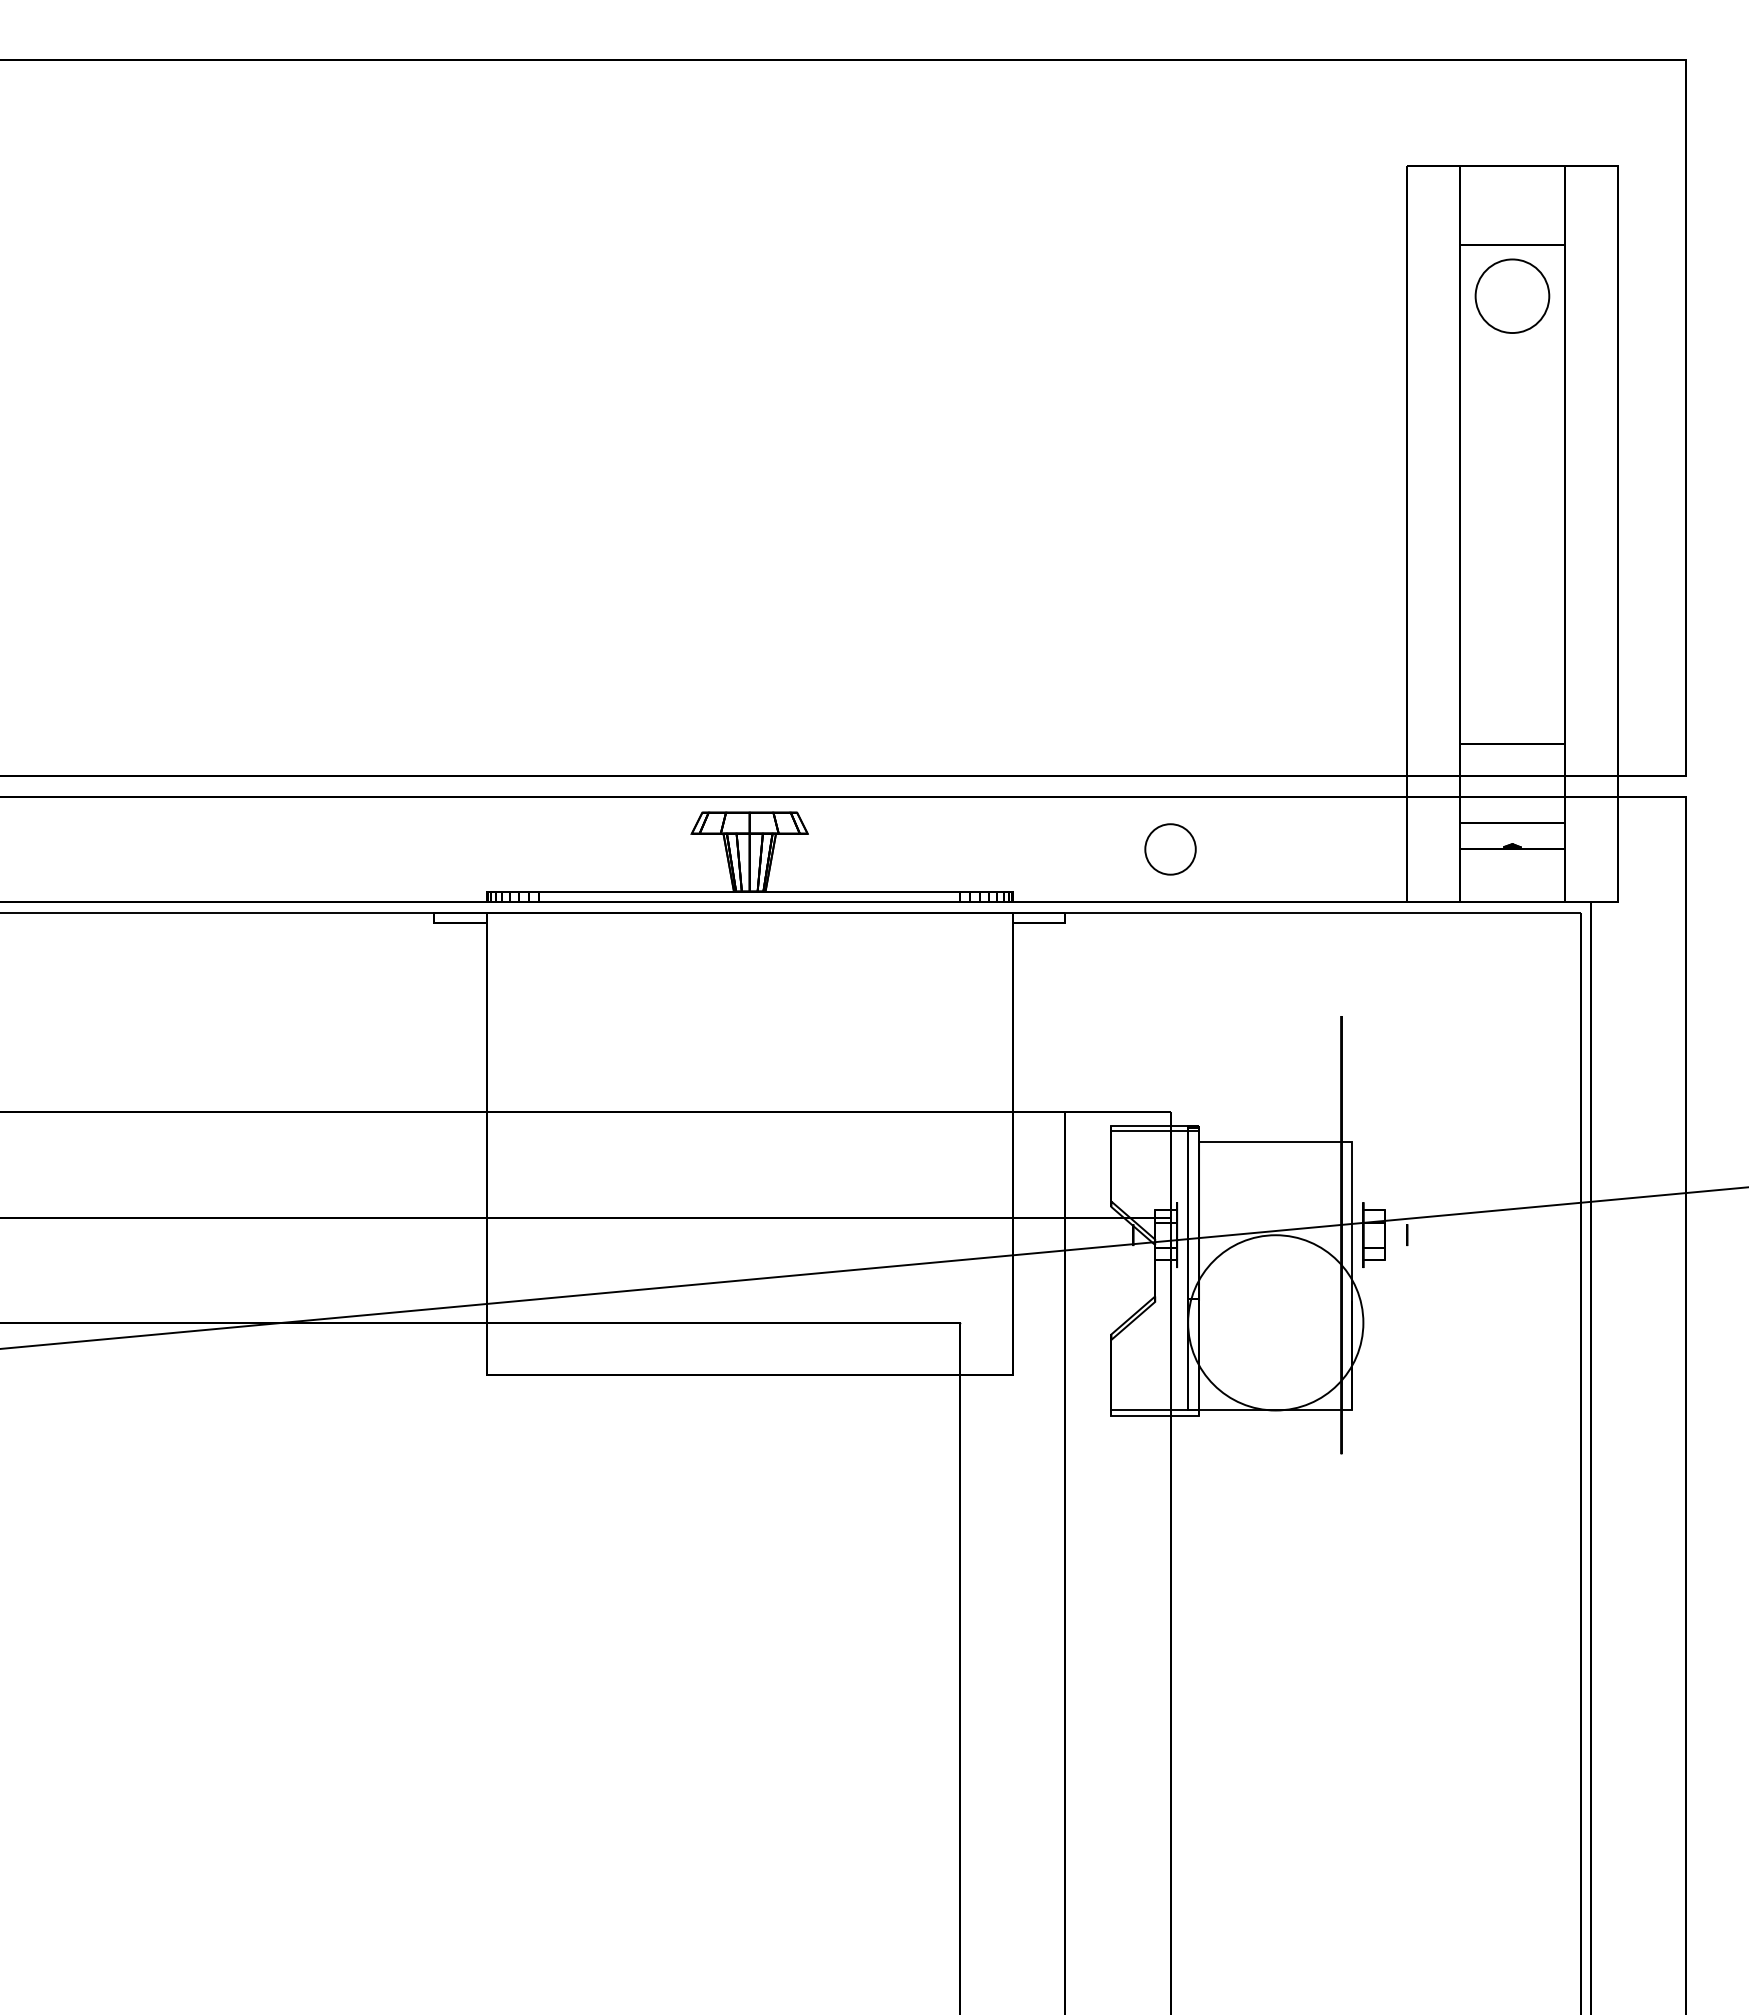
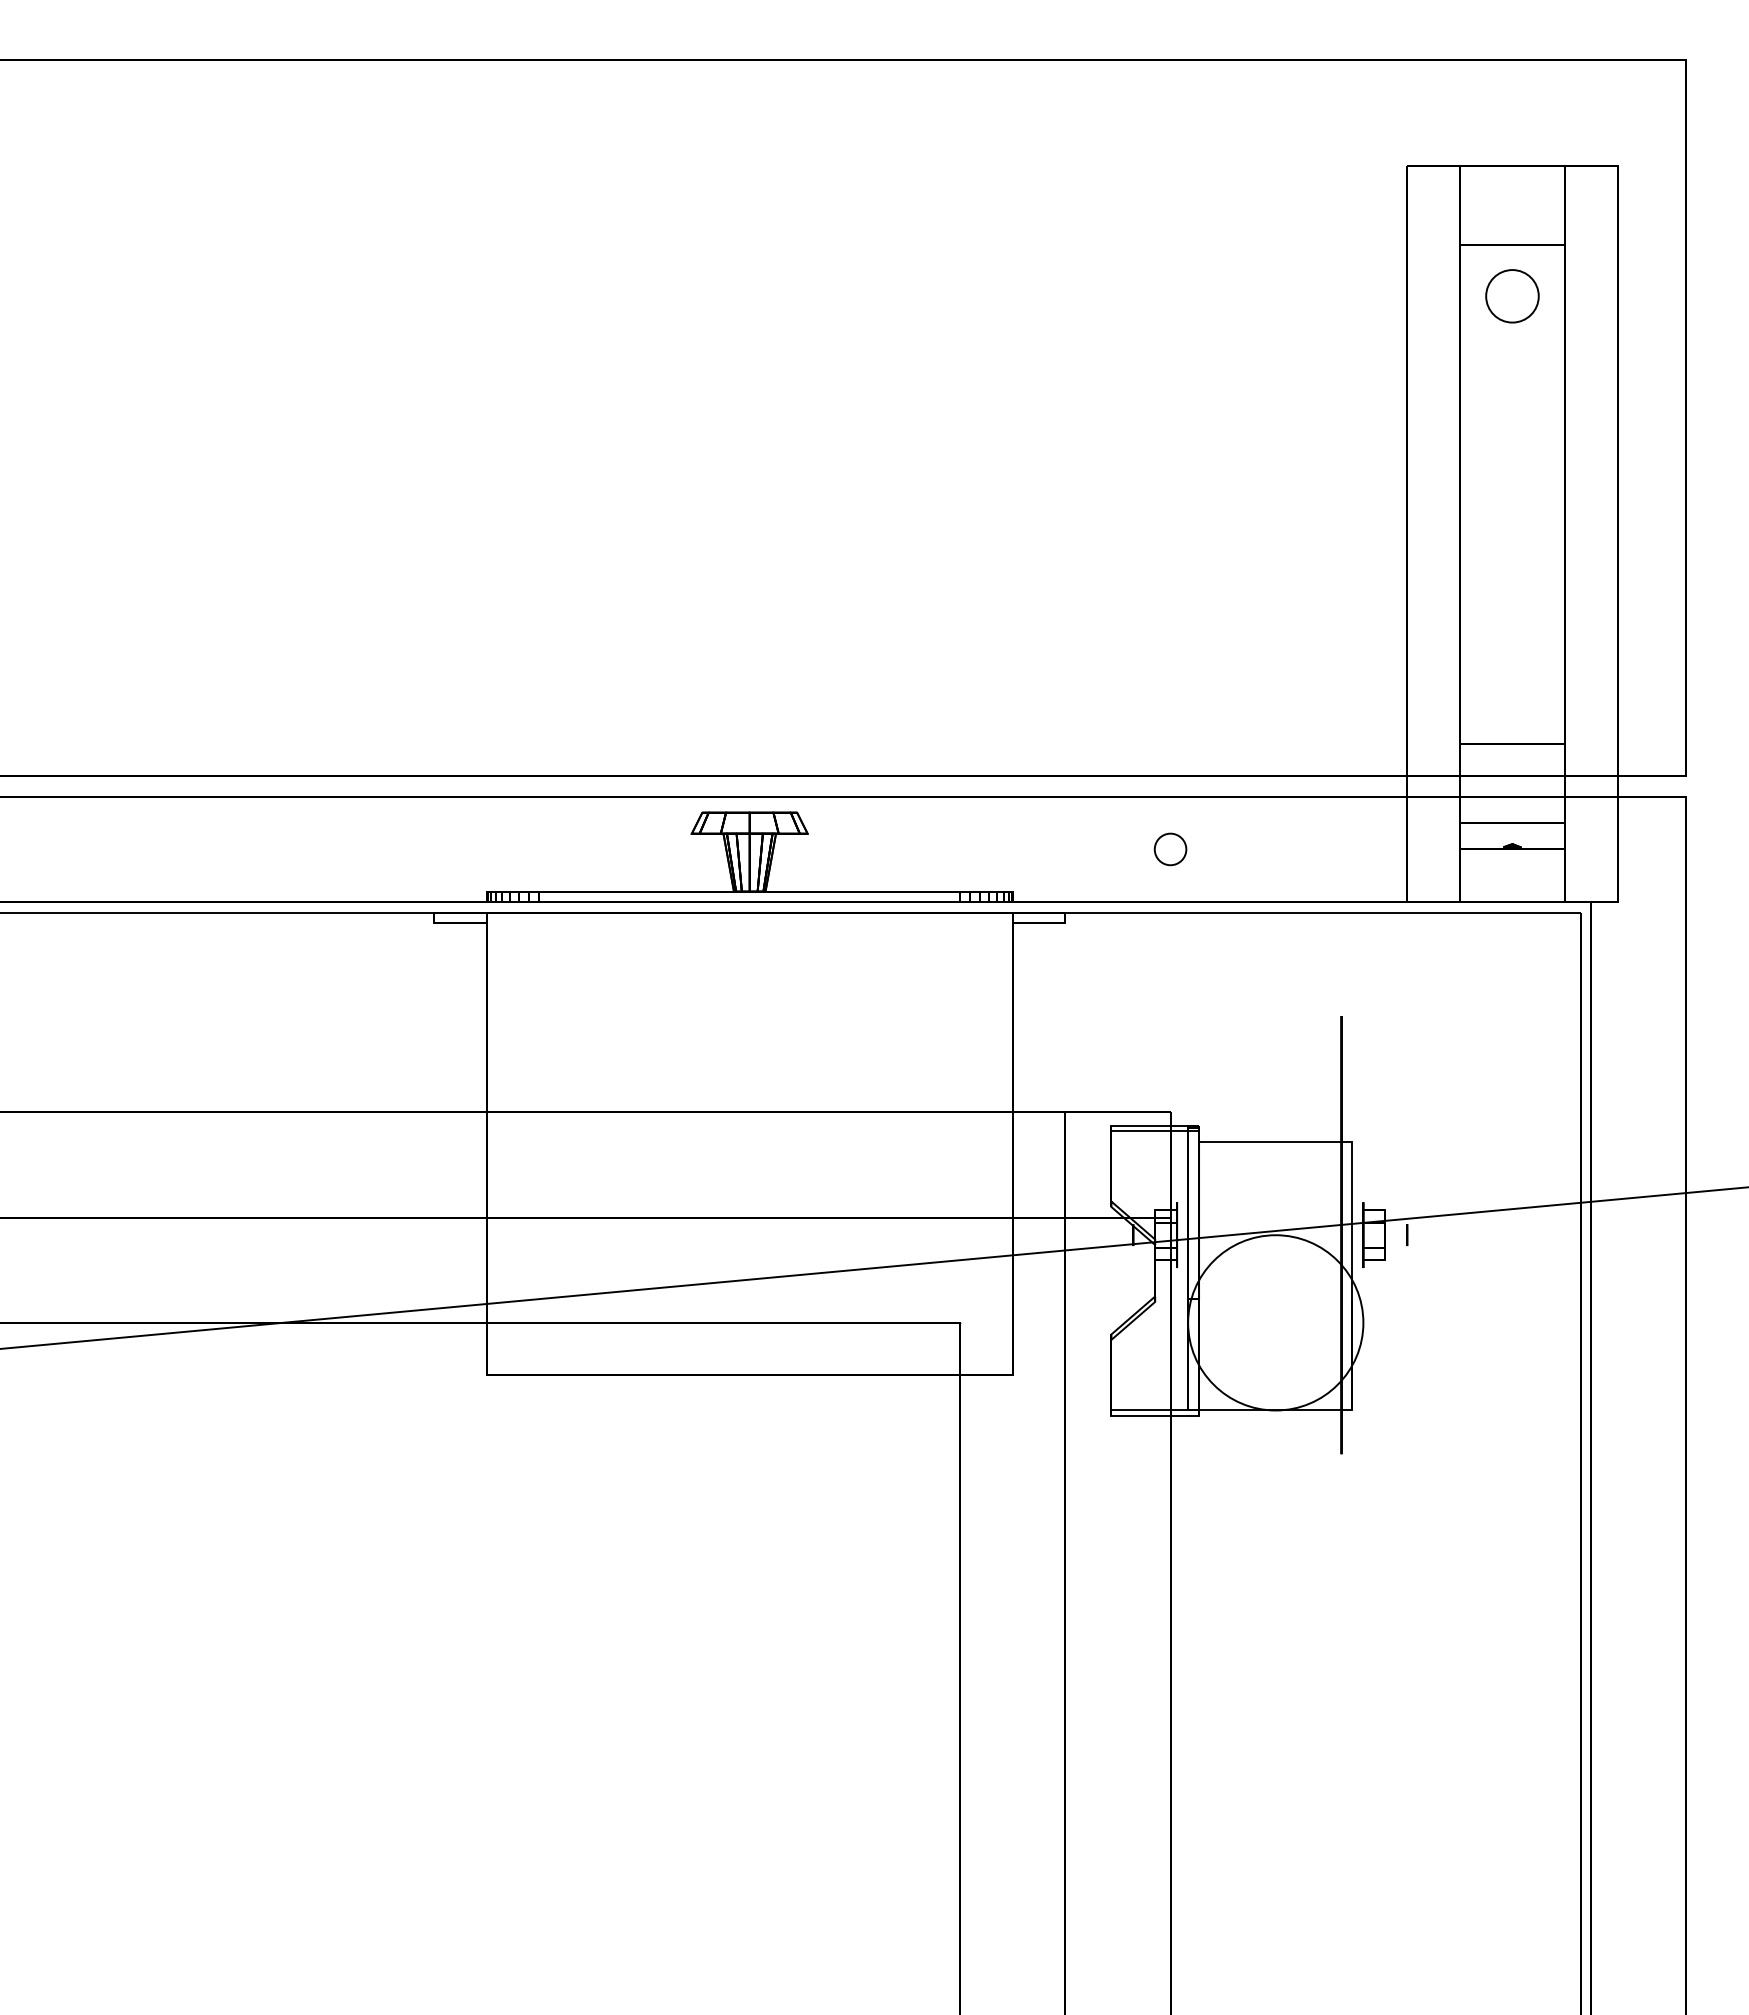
circle at (1512, 295) size: 77x76 px -> 55x55 px
circle at (1170, 849) diameter: 50 px -> 32 px
